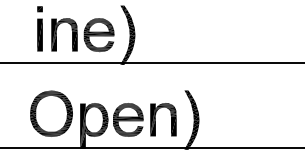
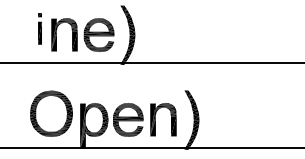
part at (39, 28) size: 6x46 px -> 4x32 px
